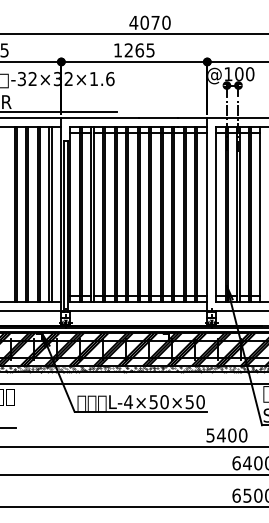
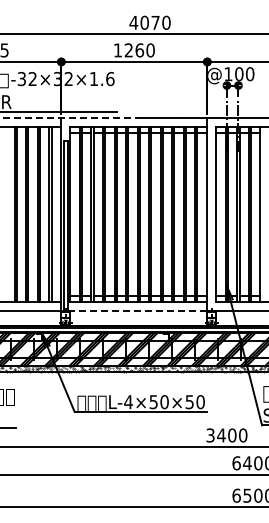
text at (150, 50): 1265 -> 1260
line at (69, 118): solid -> dashed
line at (137, 311): solid -> dashed
line at (133, 383): present -> none
text at (210, 434): 5400 -> 3400
